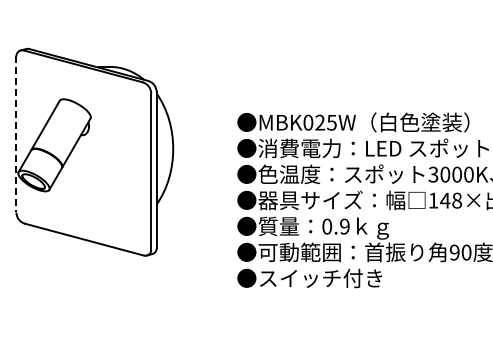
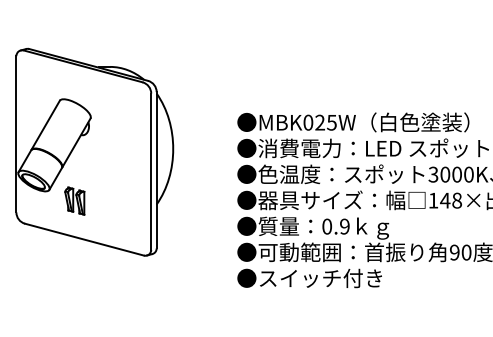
line at (16, 134): dashed -> solid
part at (74, 200): none -> present
